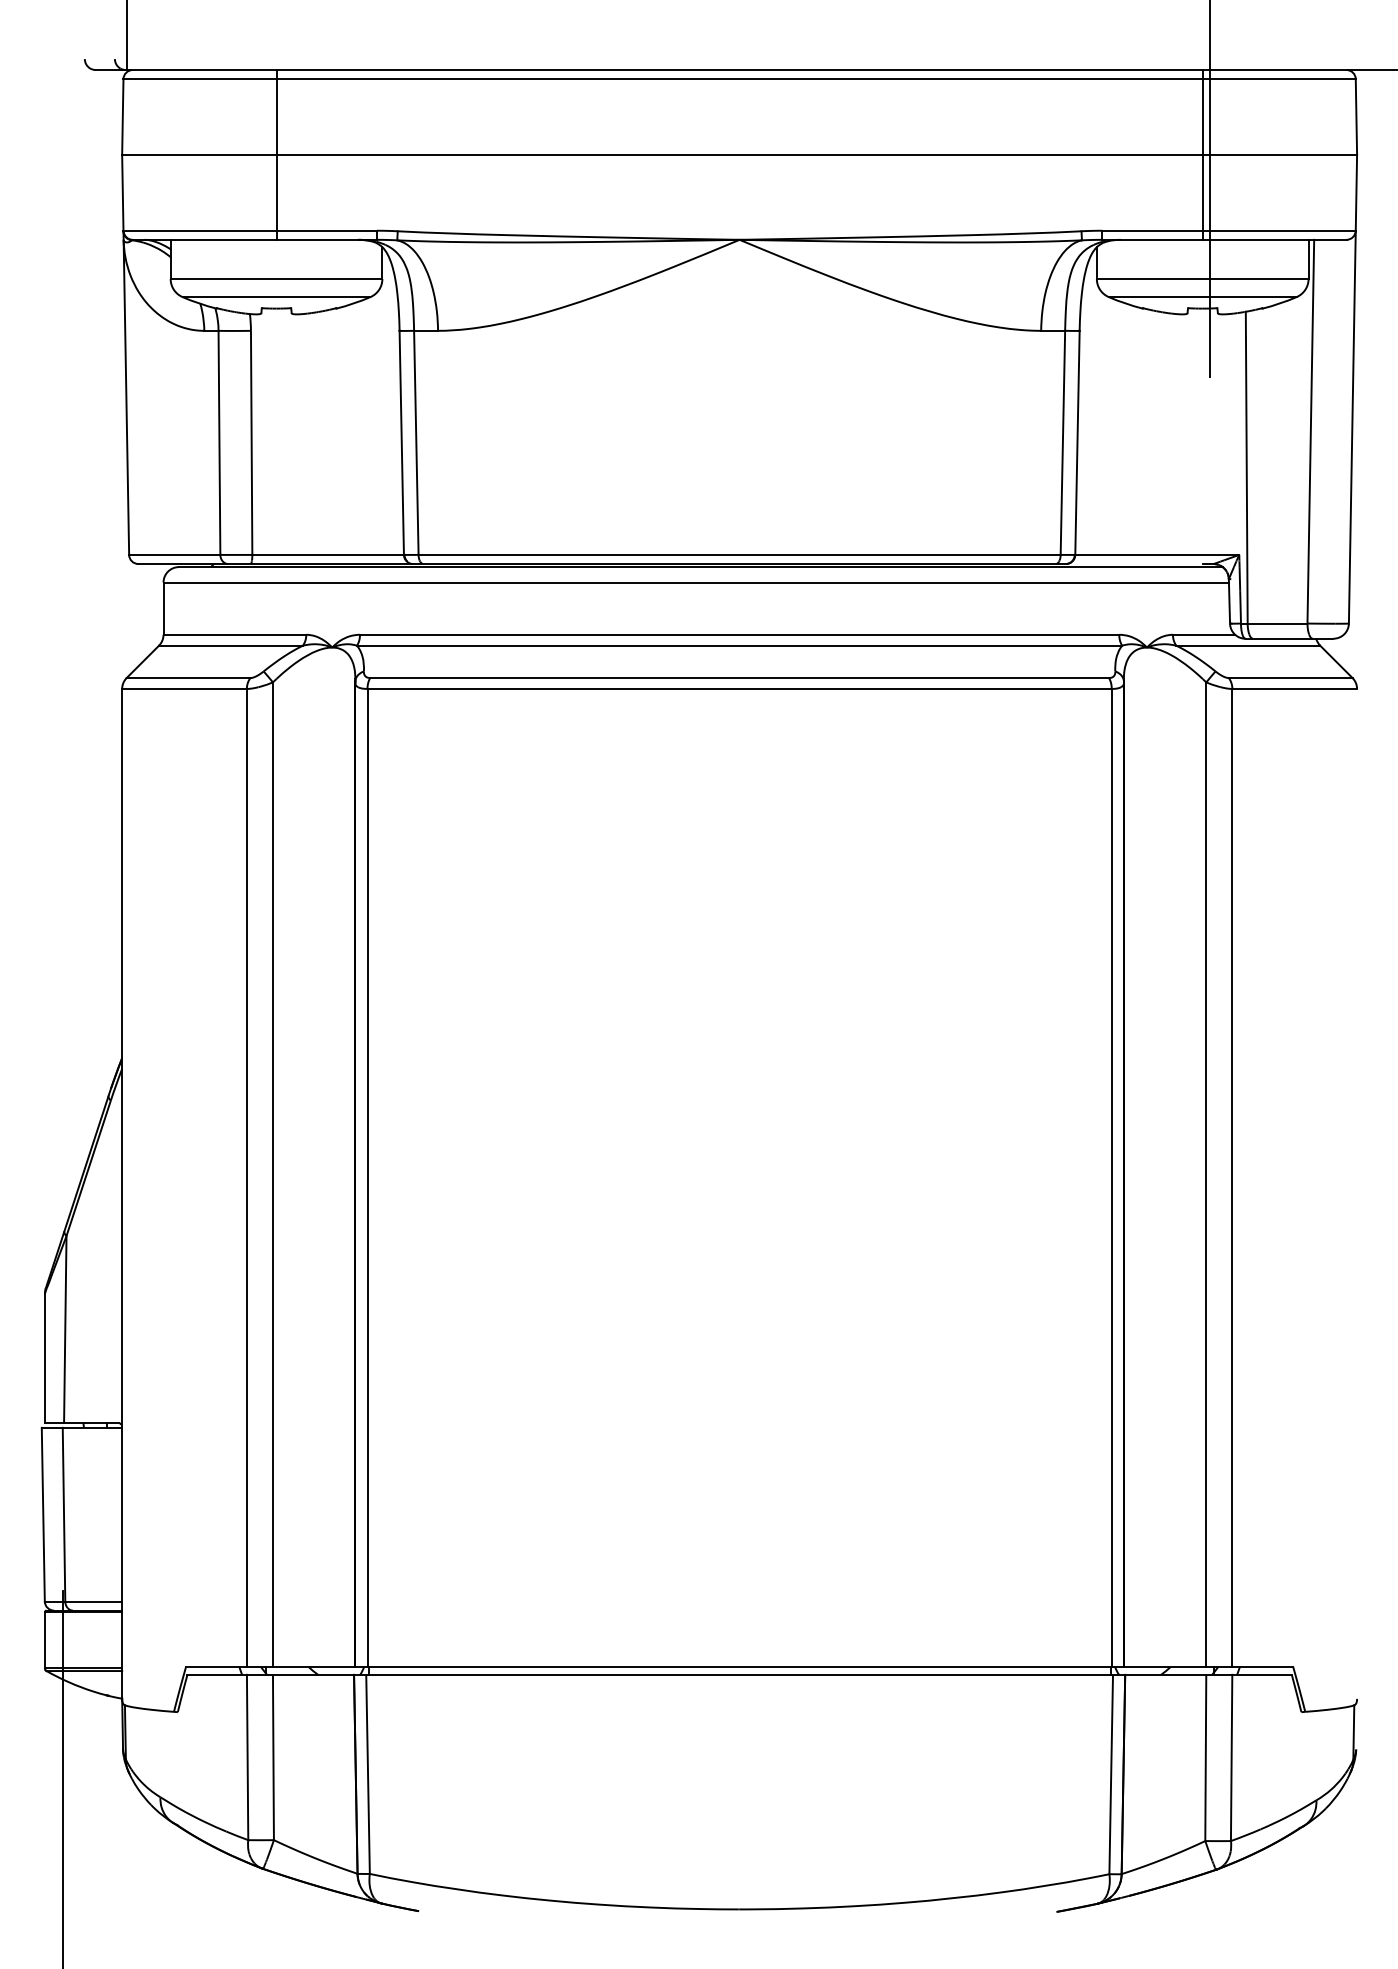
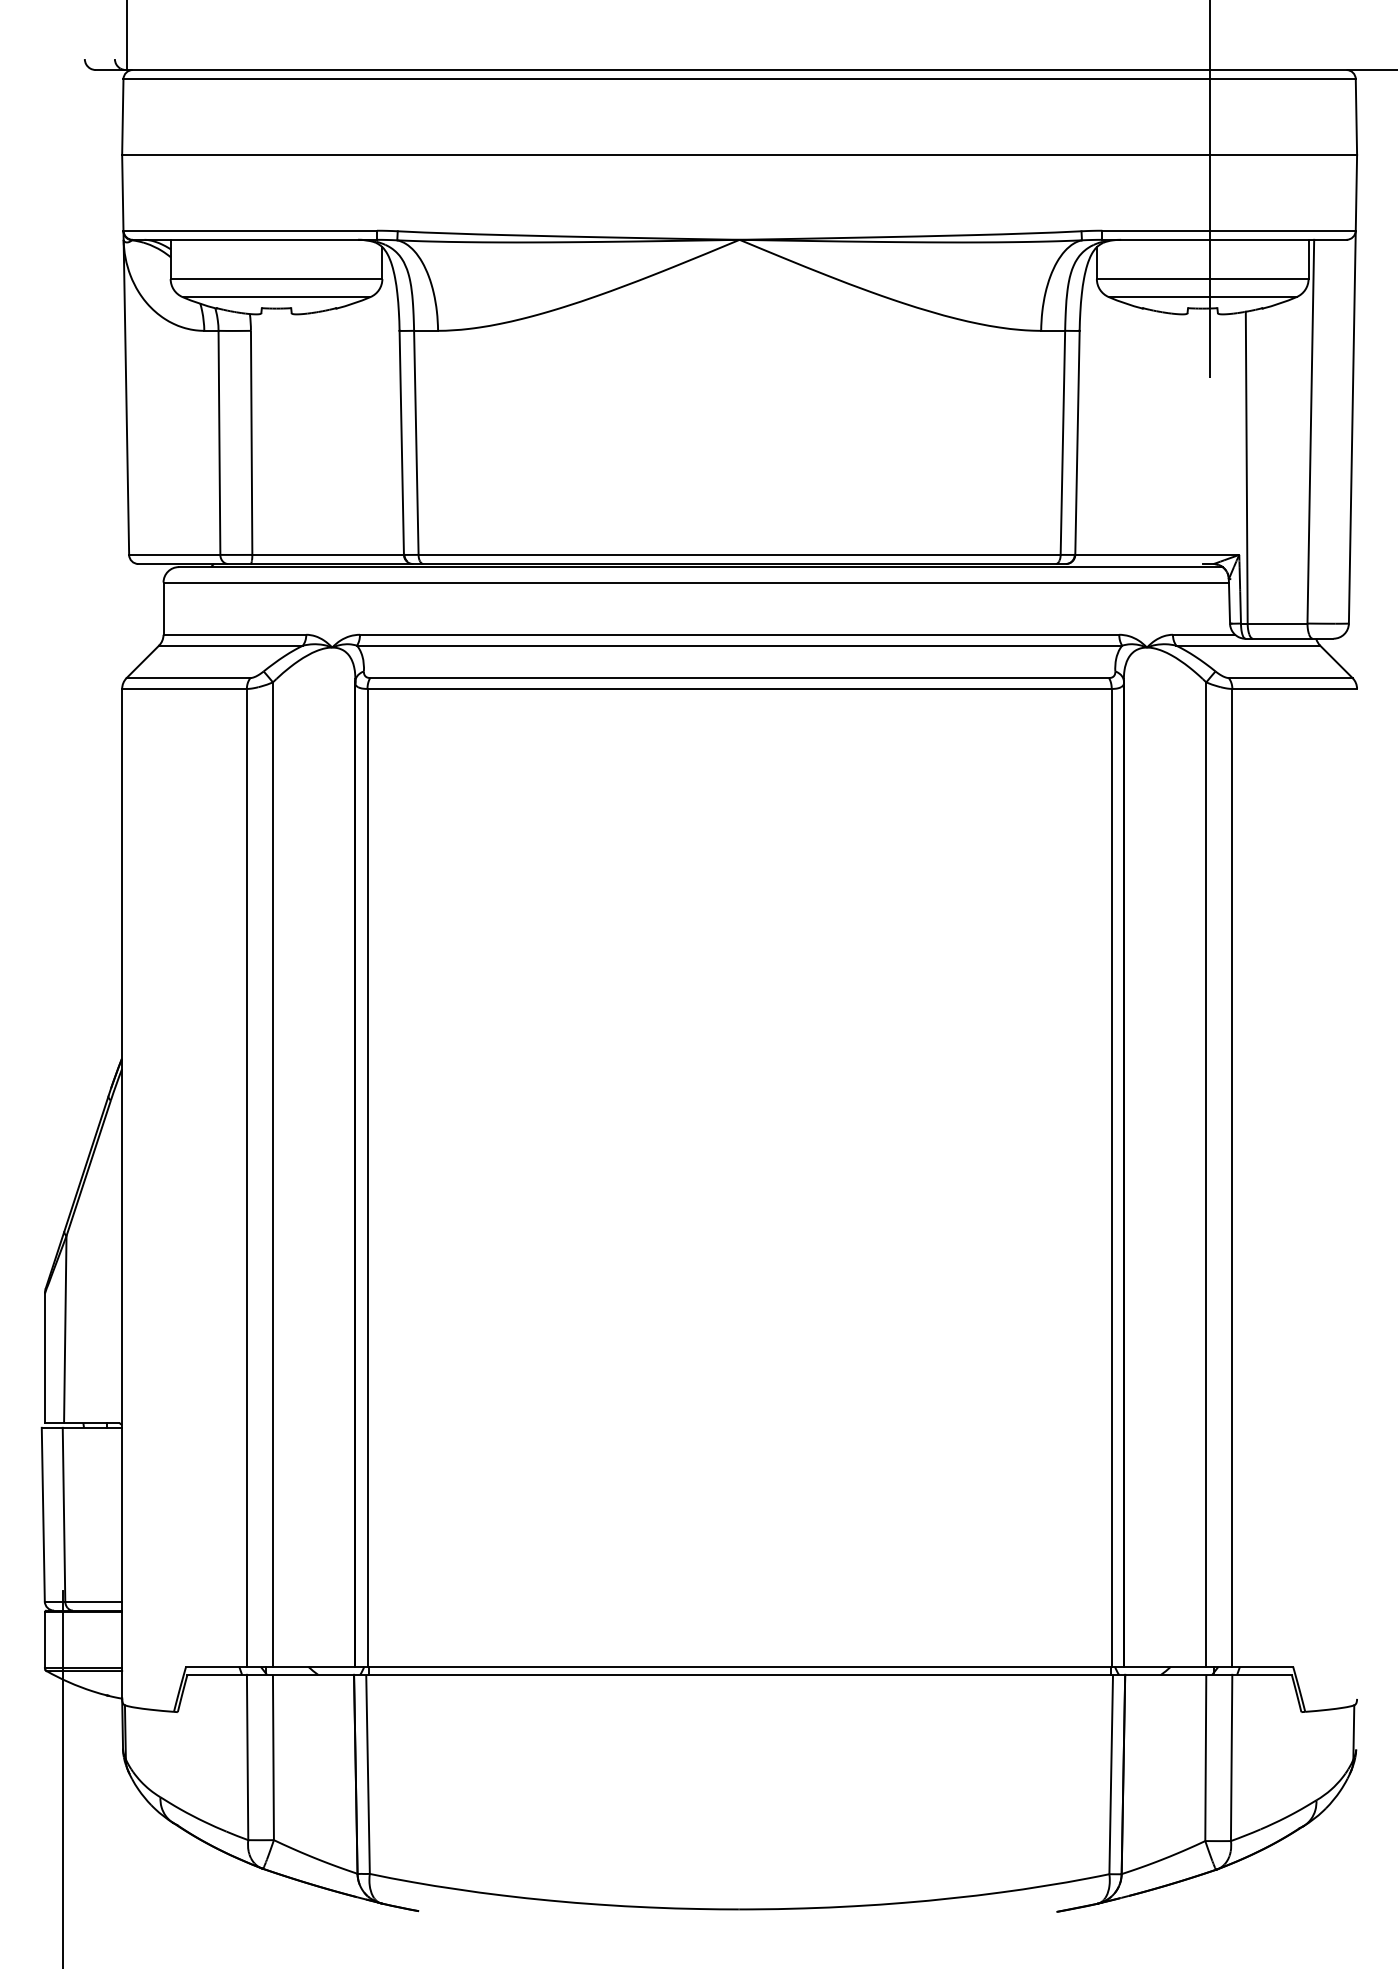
line at (276, 154): present -> none
line at (1202, 154): present -> none
